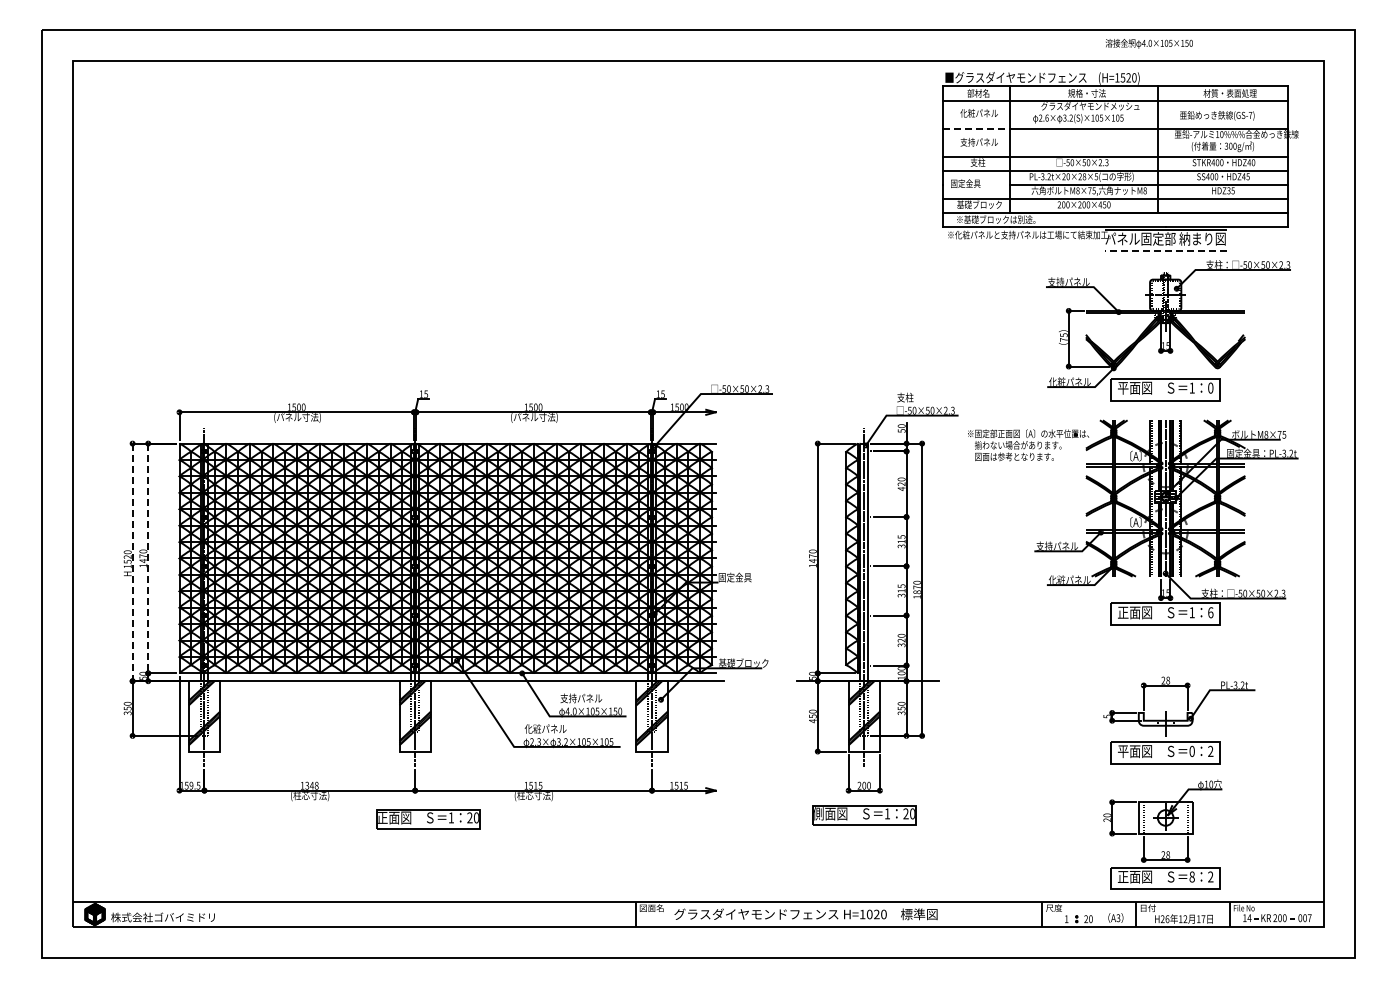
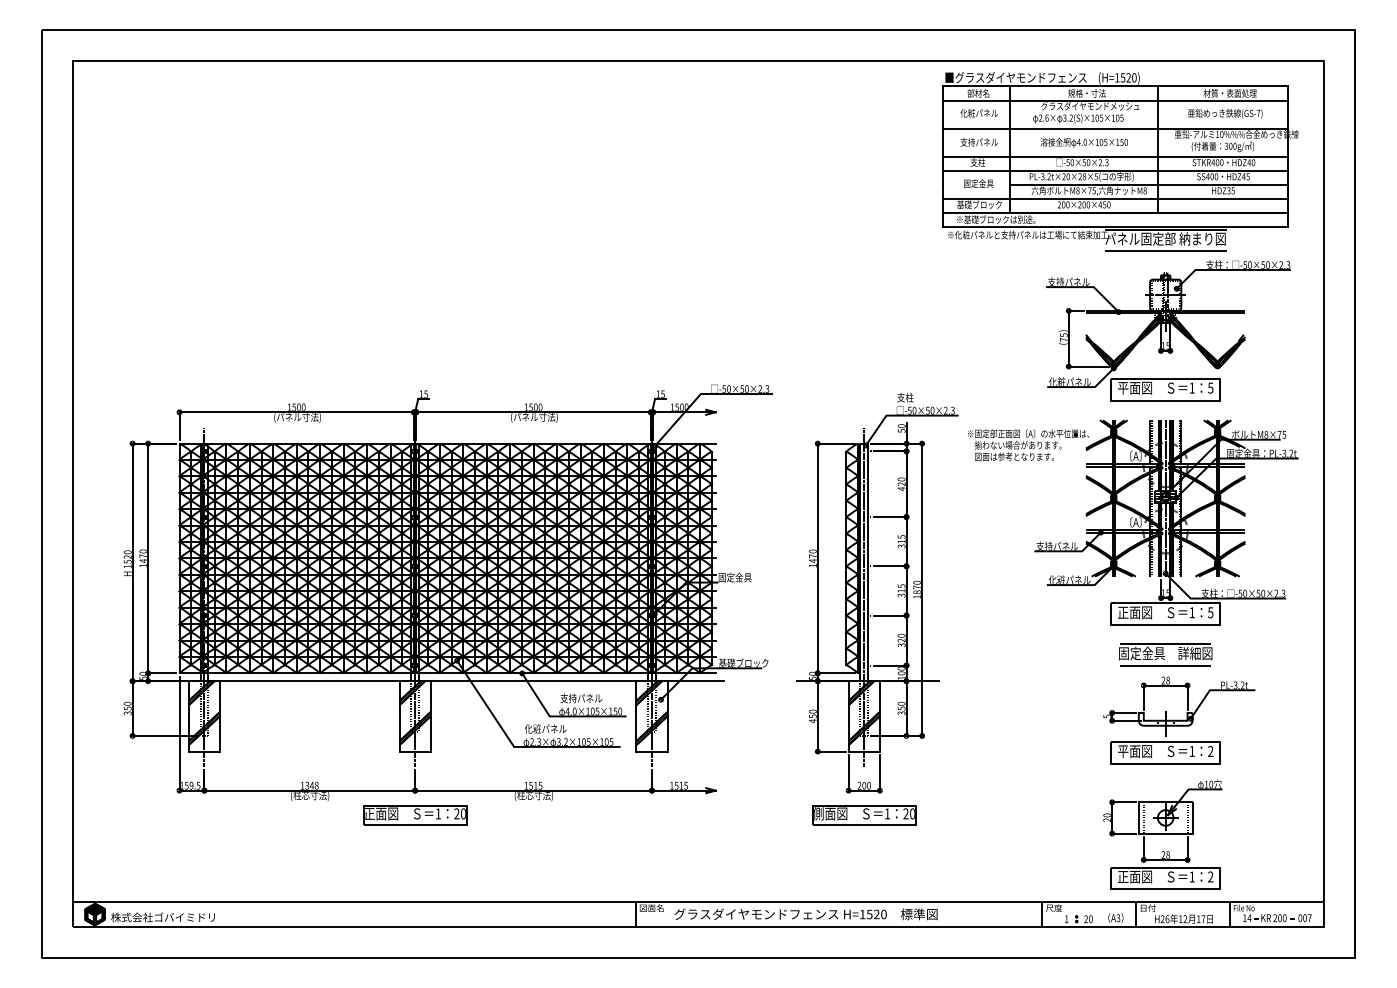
text at (1149, 43) position: (1149, 43) -> (1084, 142)
text at (1217, 115) position: (1217, 115) -> (1225, 113)
line at (976, 128): dashed -> solid
text at (965, 183) position: (965, 183) -> (978, 183)
line at (1165, 251): dashed -> solid
text at (1210, 387): 0 -> 5
line at (148, 558): dashed -> solid
line at (132, 562): dashed -> solid
text at (1210, 612): 6 -> 5
part at (1165, 654): none -> present
text at (1191, 751): 0 -> 1
part at (428, 819) position: (428, 819) -> (415, 815)
text at (1191, 876): 8 -> 1
text at (869, 914): H=1020 -> H=1520
